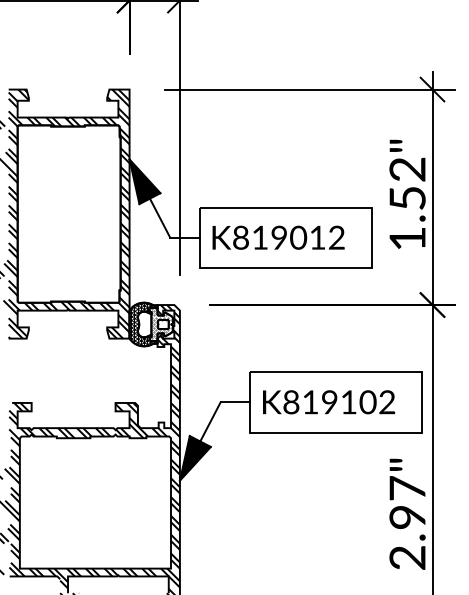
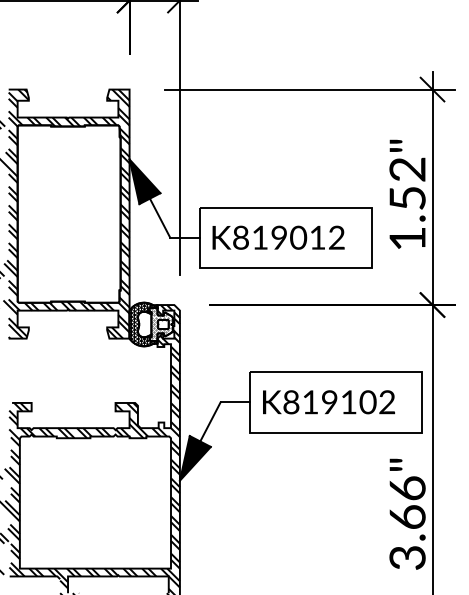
text at (407, 522): 2.97" -> 3.66"
